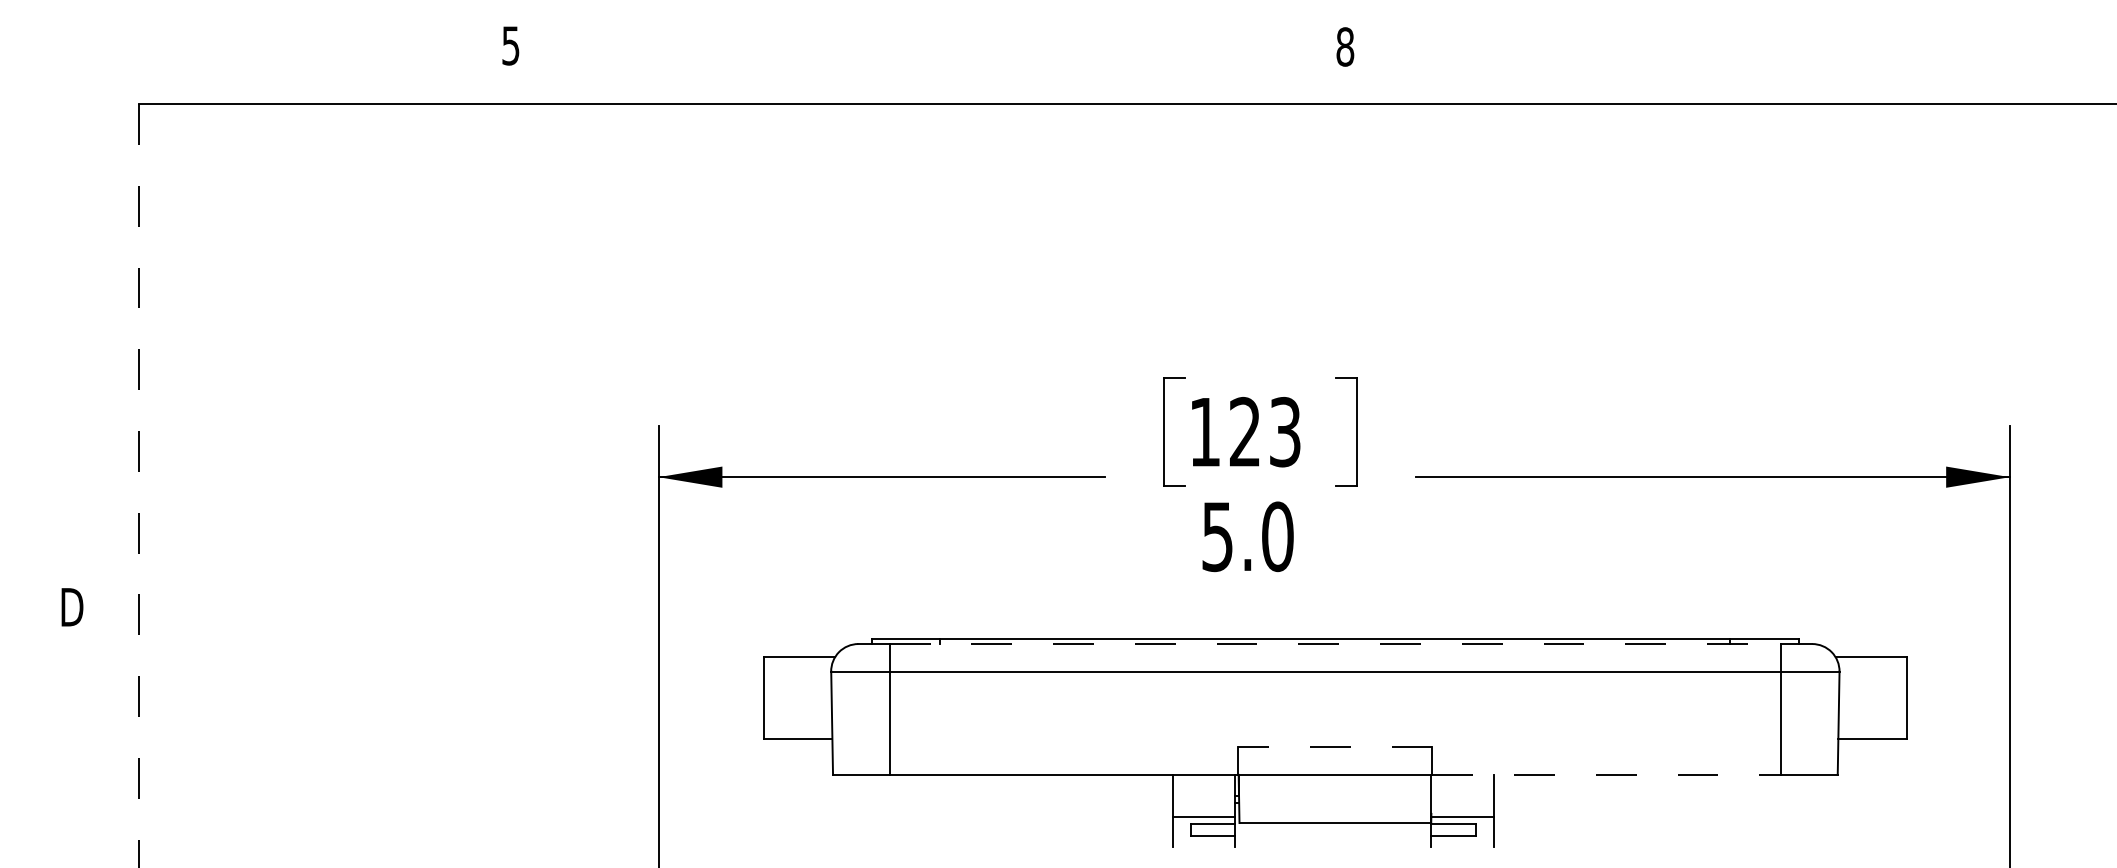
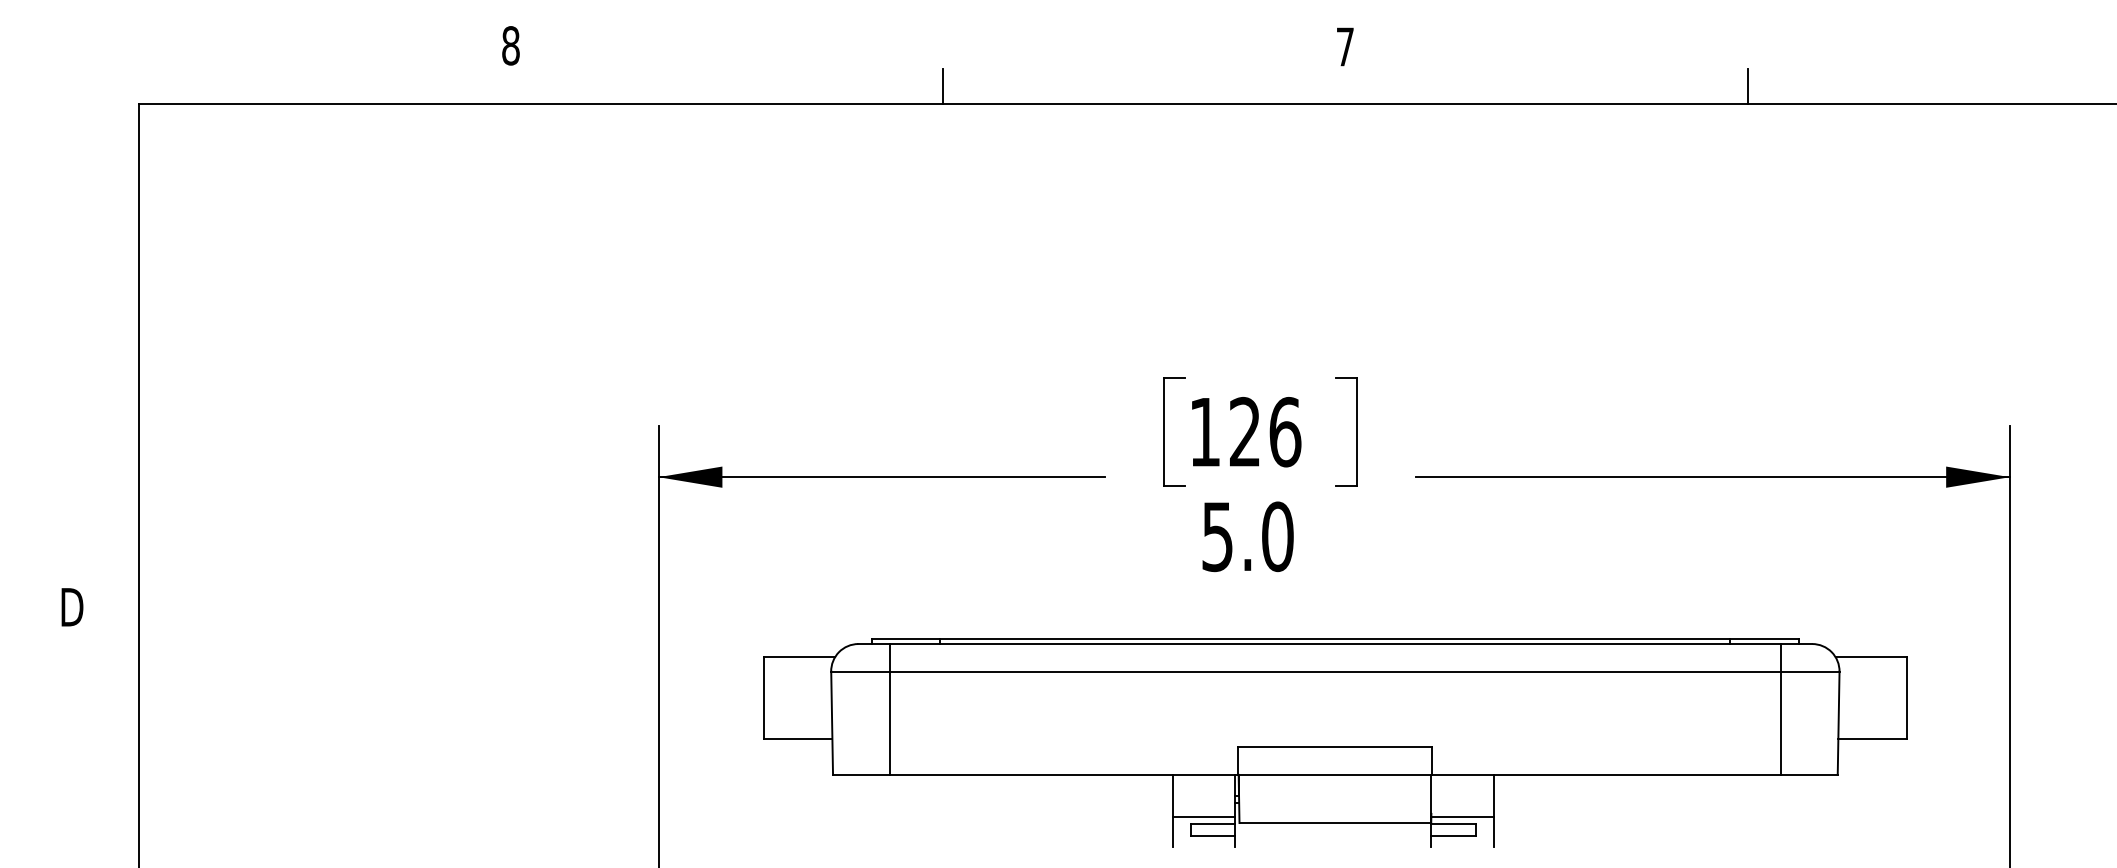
text at (510, 45): 5 -> 8
text at (1345, 46): 8 -> 7
line at (943, 86): none -> present
line at (1747, 86): none -> present
text at (1285, 431): 123 -> 126
line at (139, 486): dashed -> solid
line at (1335, 644): dashed -> solid
line at (1335, 747): dashed -> solid
line at (1607, 774): dashed -> solid
